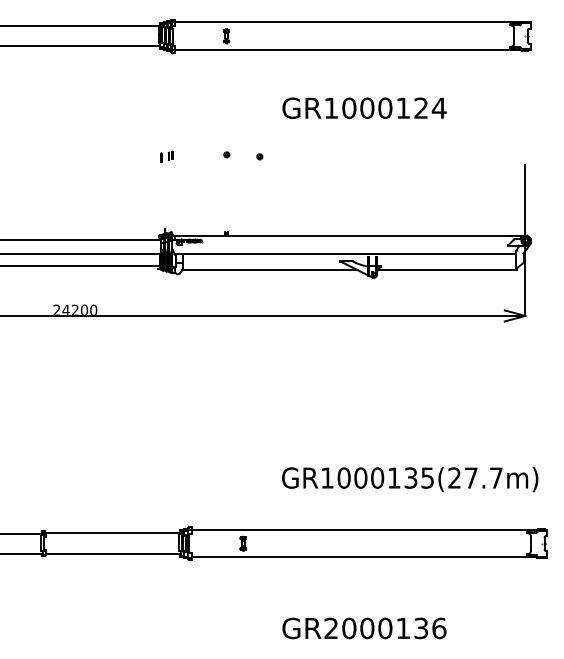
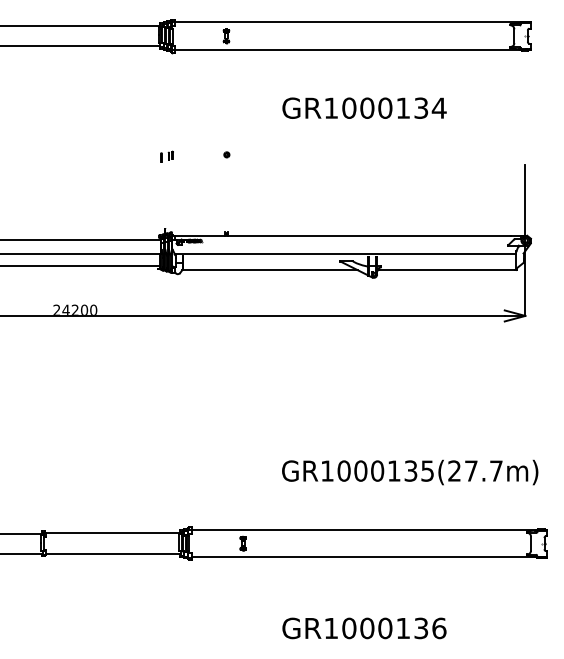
text at (421, 107): GR1000124 -> GR1000134
part at (259, 156): present -> none
text at (410, 479) position: (410, 479) -> (410, 472)
text at (330, 627): GR2000136 -> GR1000136
